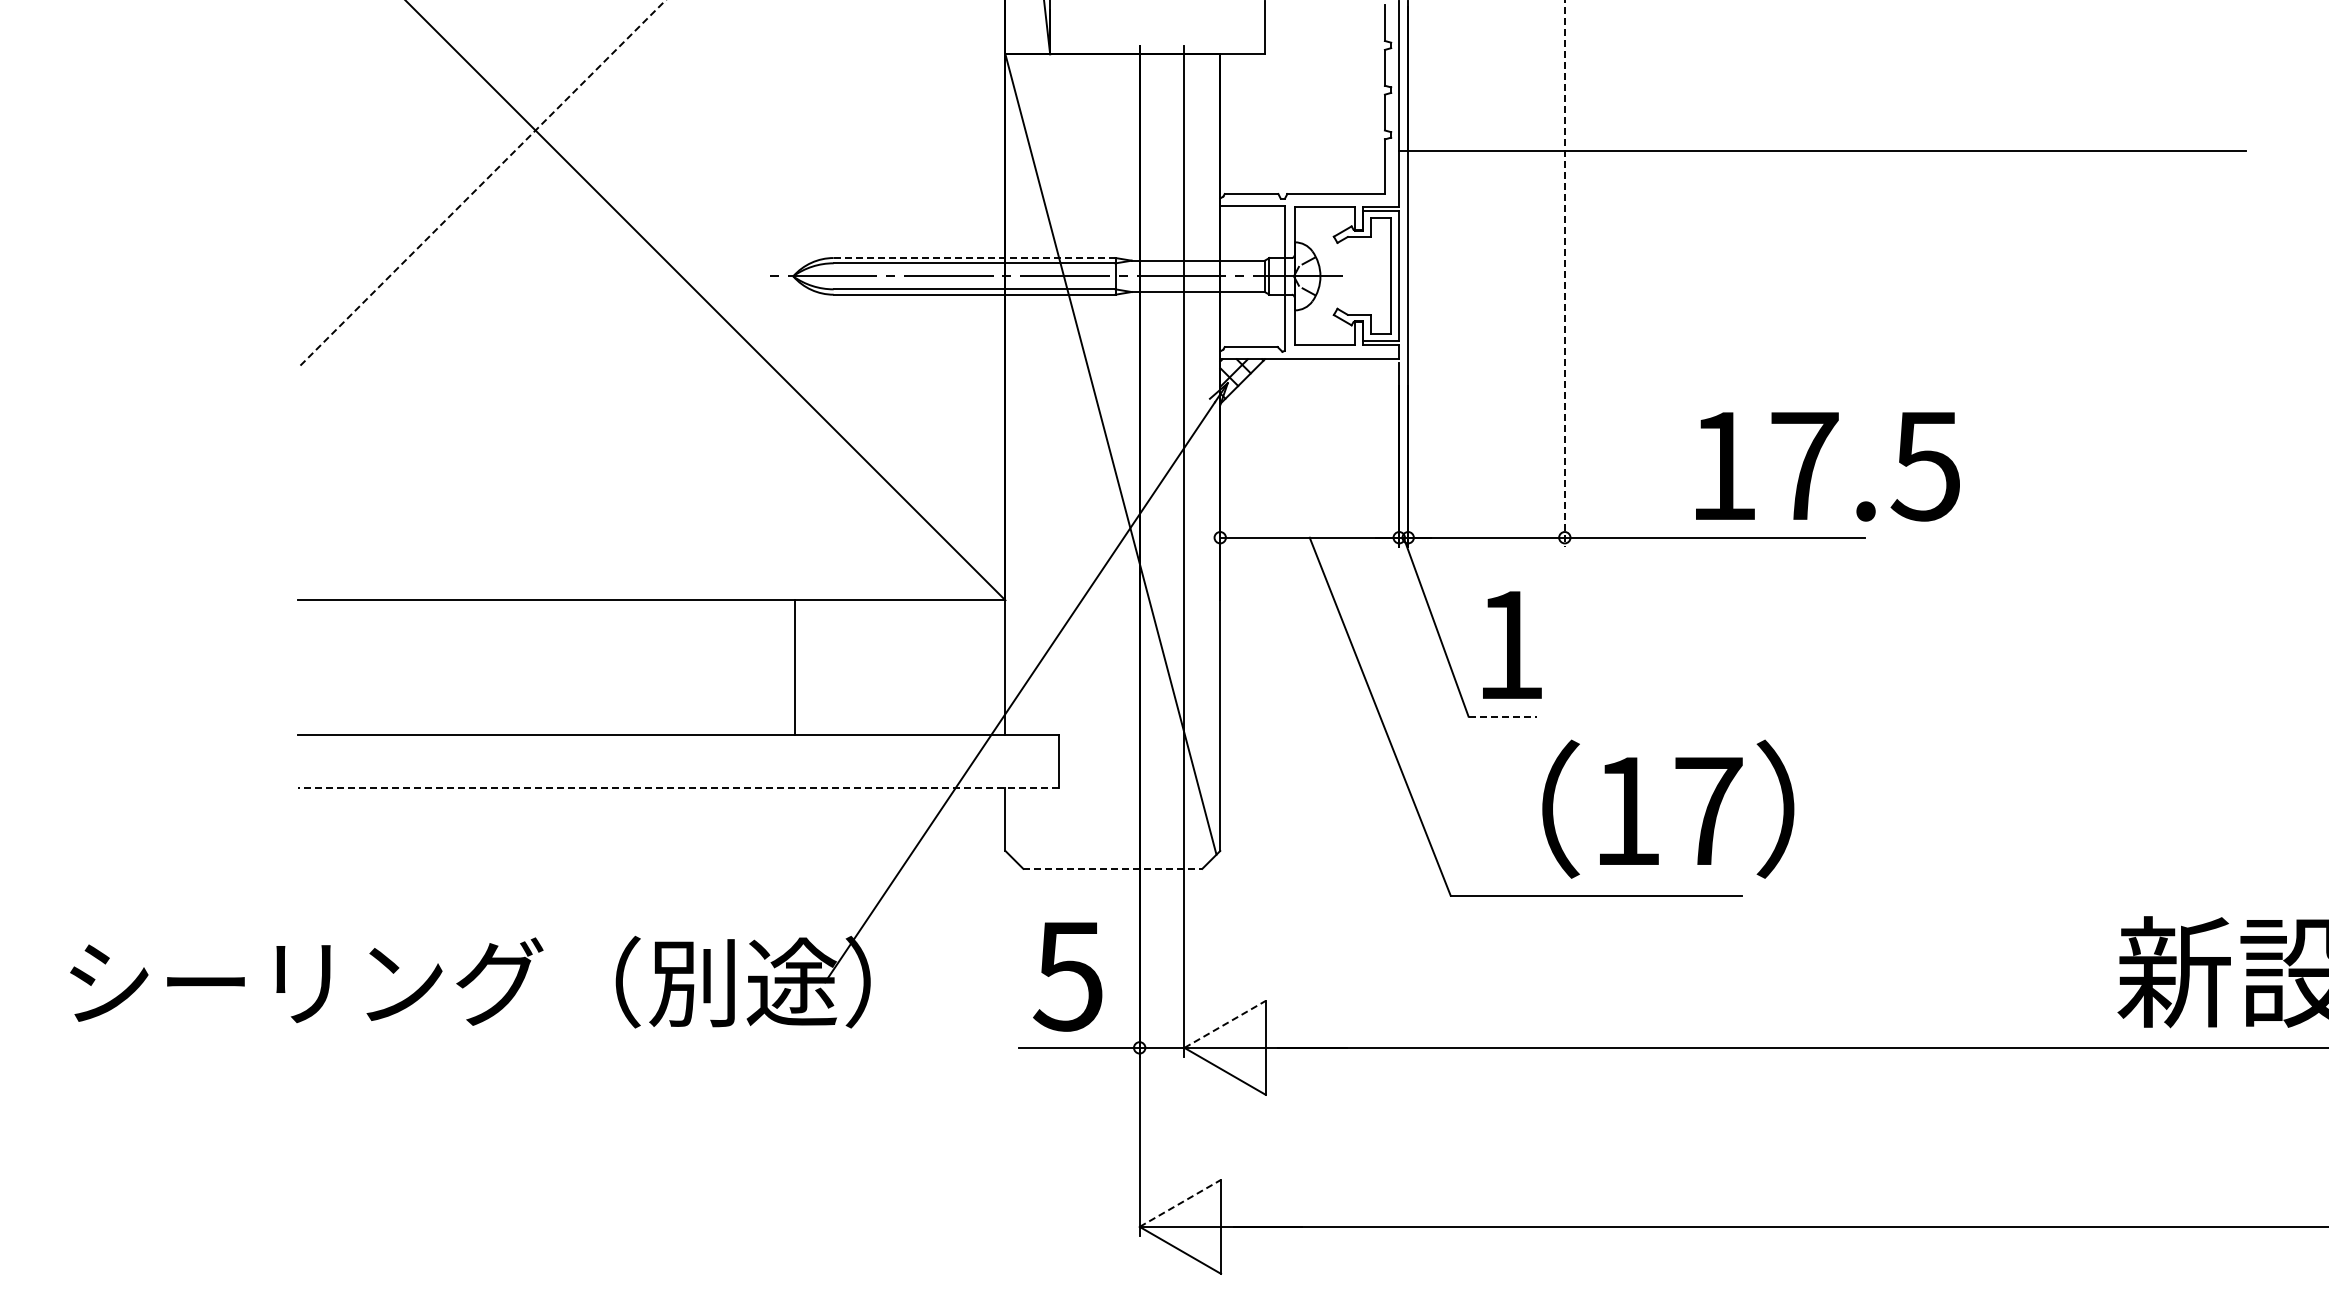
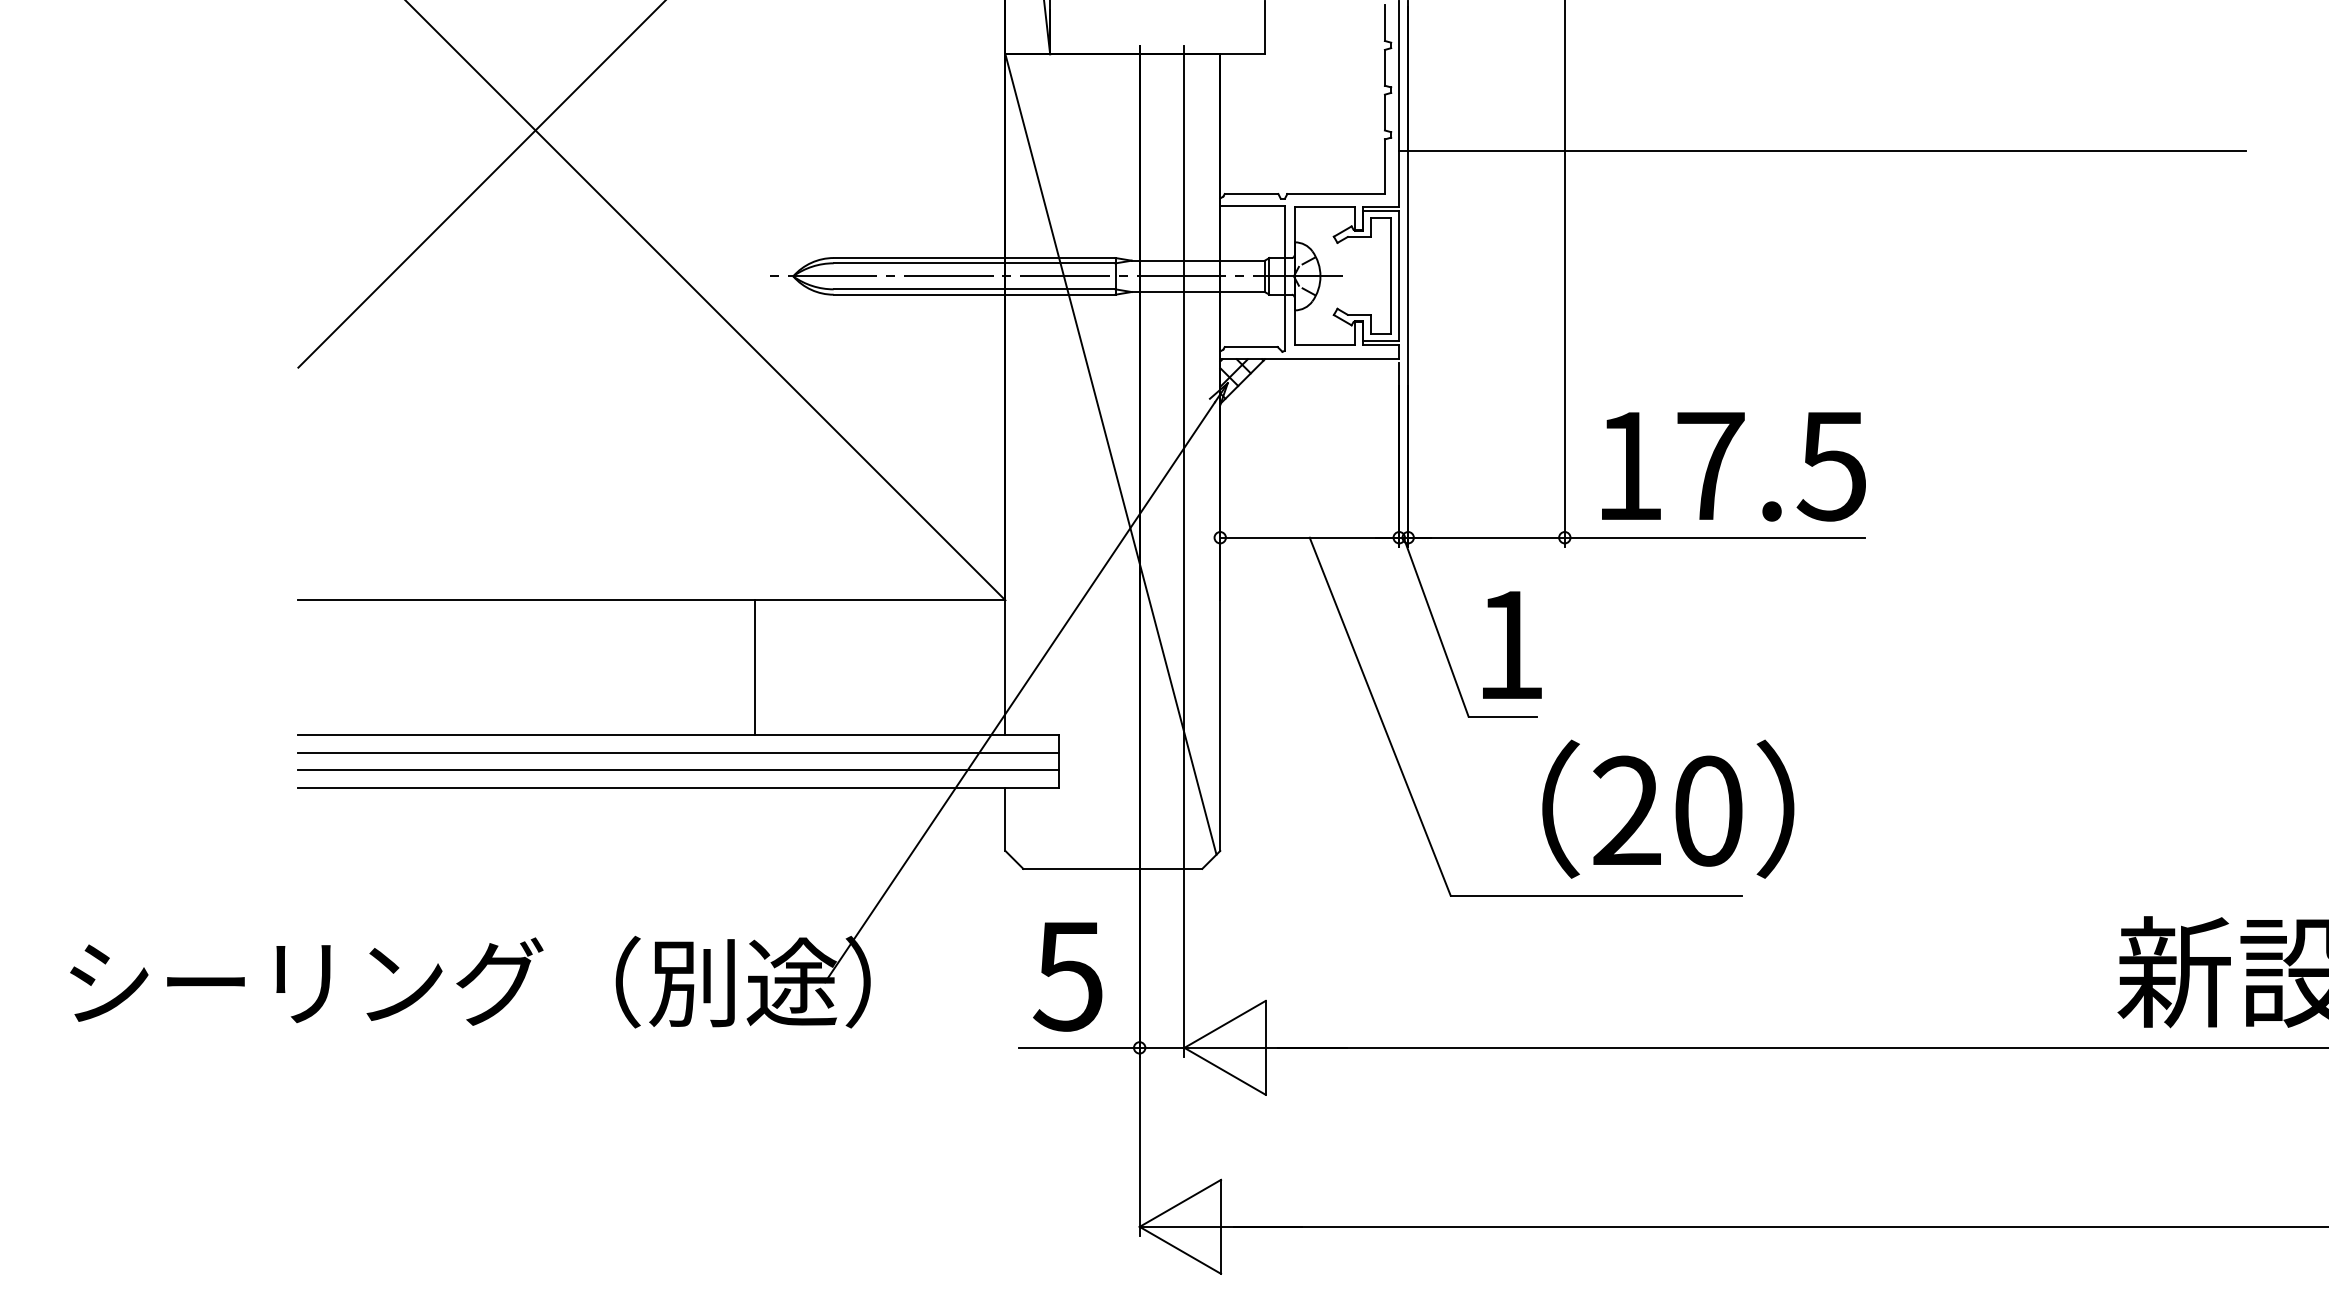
line at (482, 183): dashed -> solid
line at (974, 258): dashed -> solid
line at (1564, 274): dashed -> solid
text at (1827, 466) position: (1827, 466) -> (1733, 466)
line at (794, 667) position: (794, 667) -> (754, 667)
line at (1503, 716): dashed -> solid
line at (678, 752): none -> present
line at (678, 770): none -> present
line at (678, 788): dashed -> solid
text at (1667, 810): 17 -> 20
line at (1112, 868): dashed -> solid
line at (1225, 1024): dashed -> solid
line at (1180, 1203): dashed -> solid
